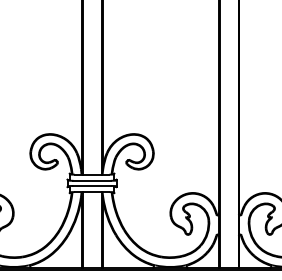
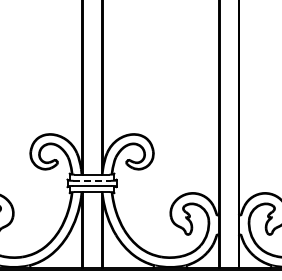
line at (92, 180): solid -> dashed
